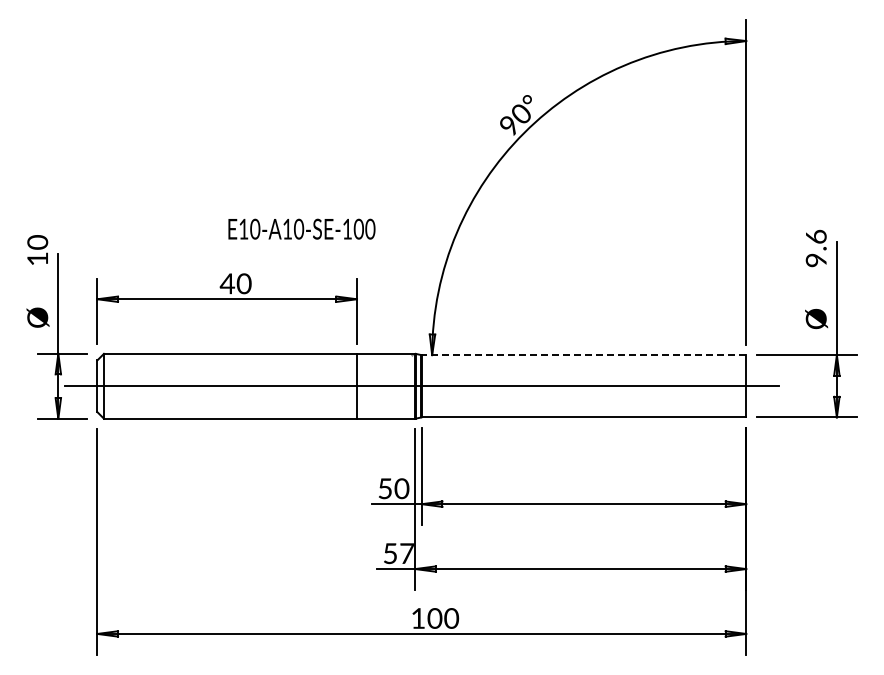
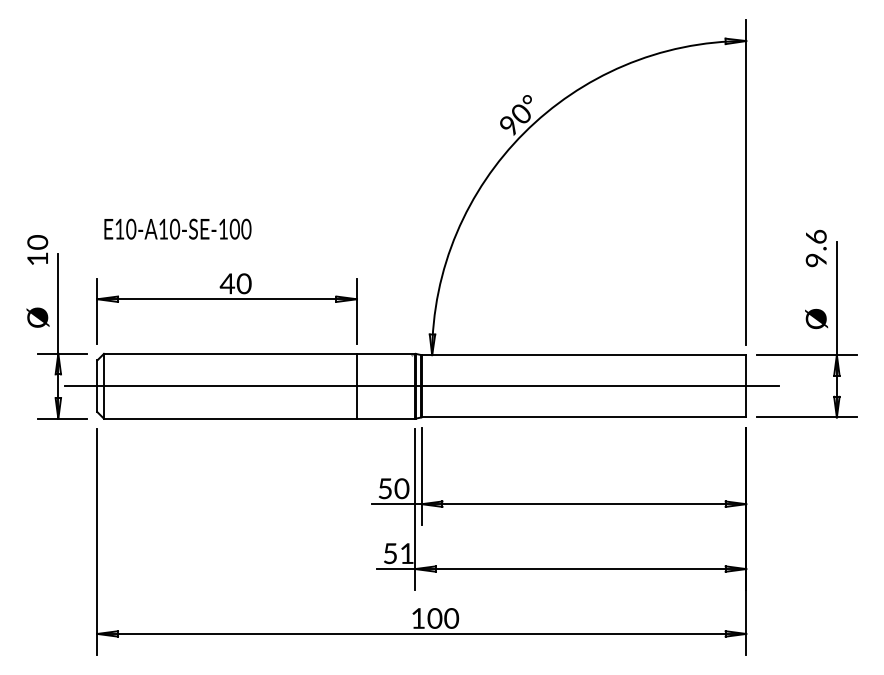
text at (301, 228) position: (301, 228) -> (177, 228)
line at (583, 355): dashed -> solid
text at (406, 553): 57 -> 51
